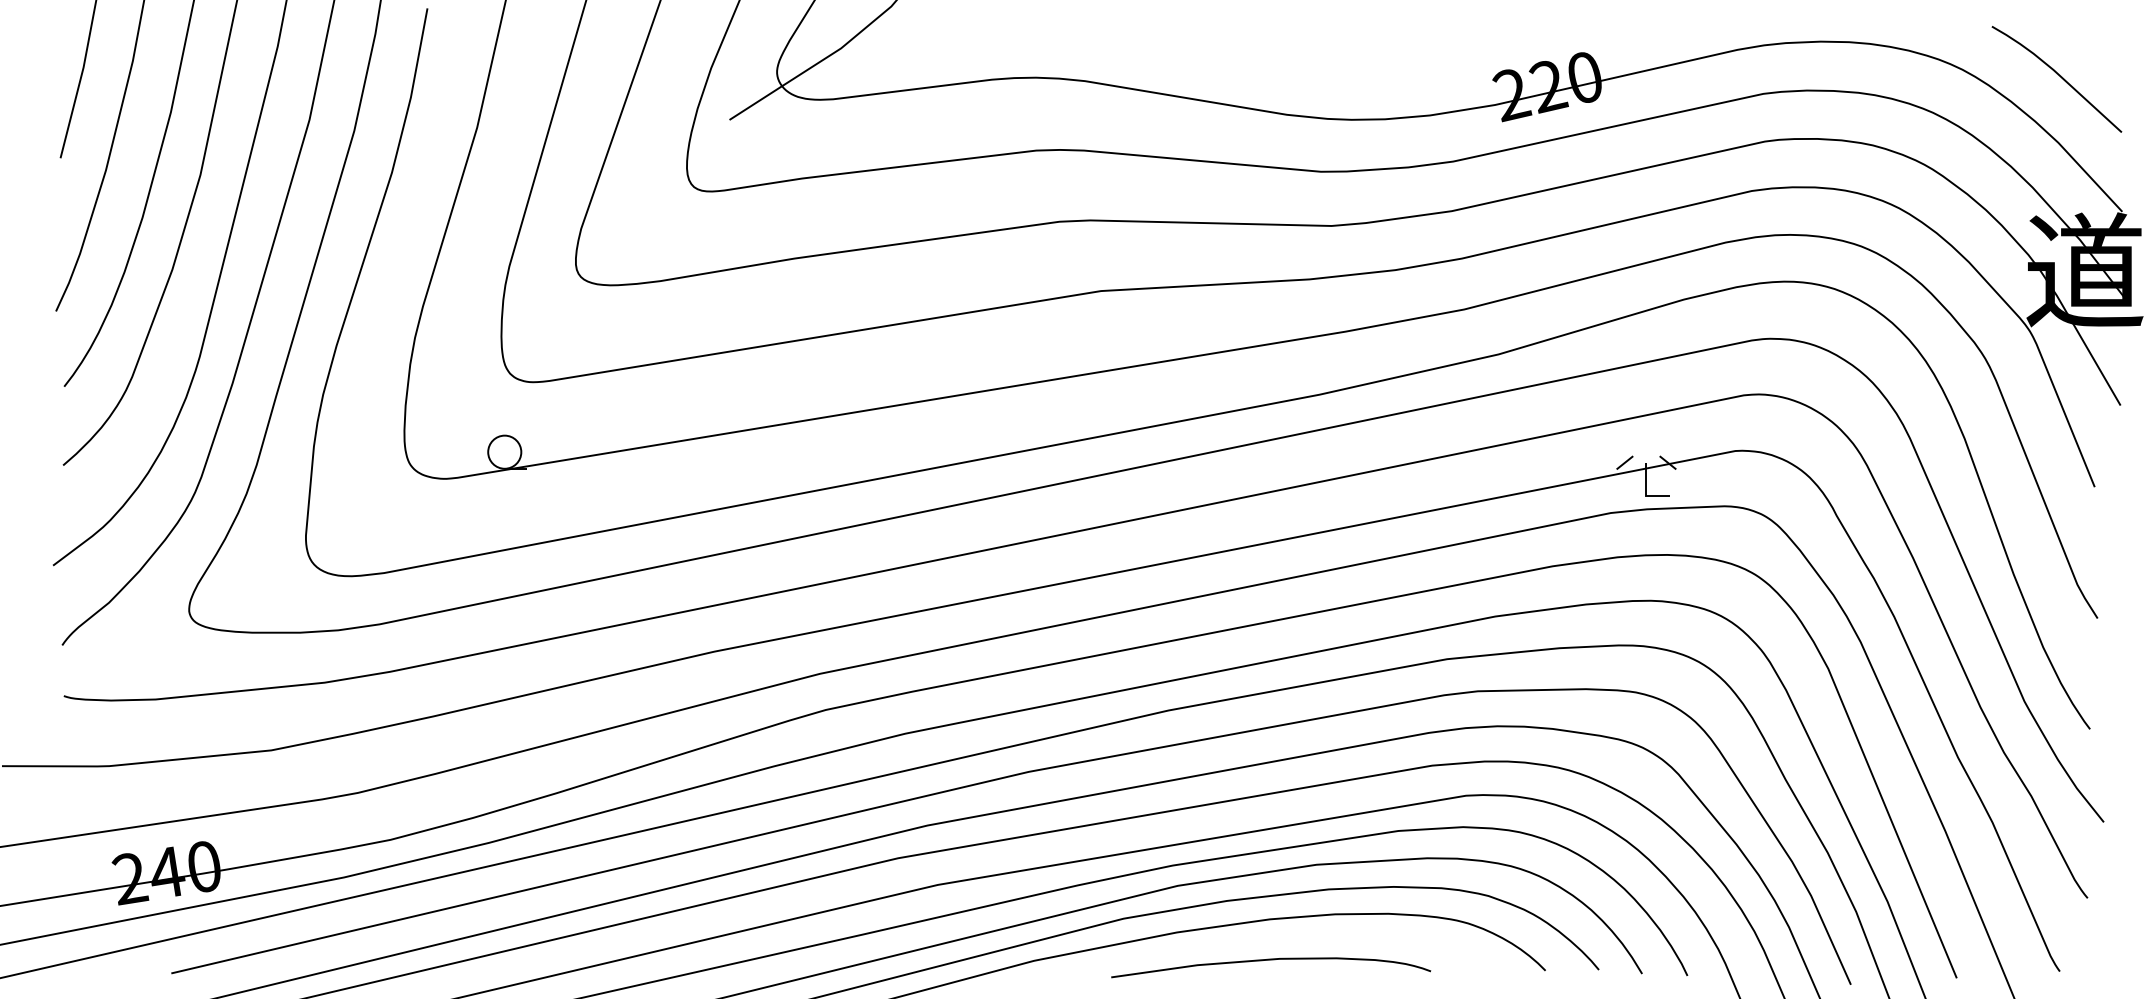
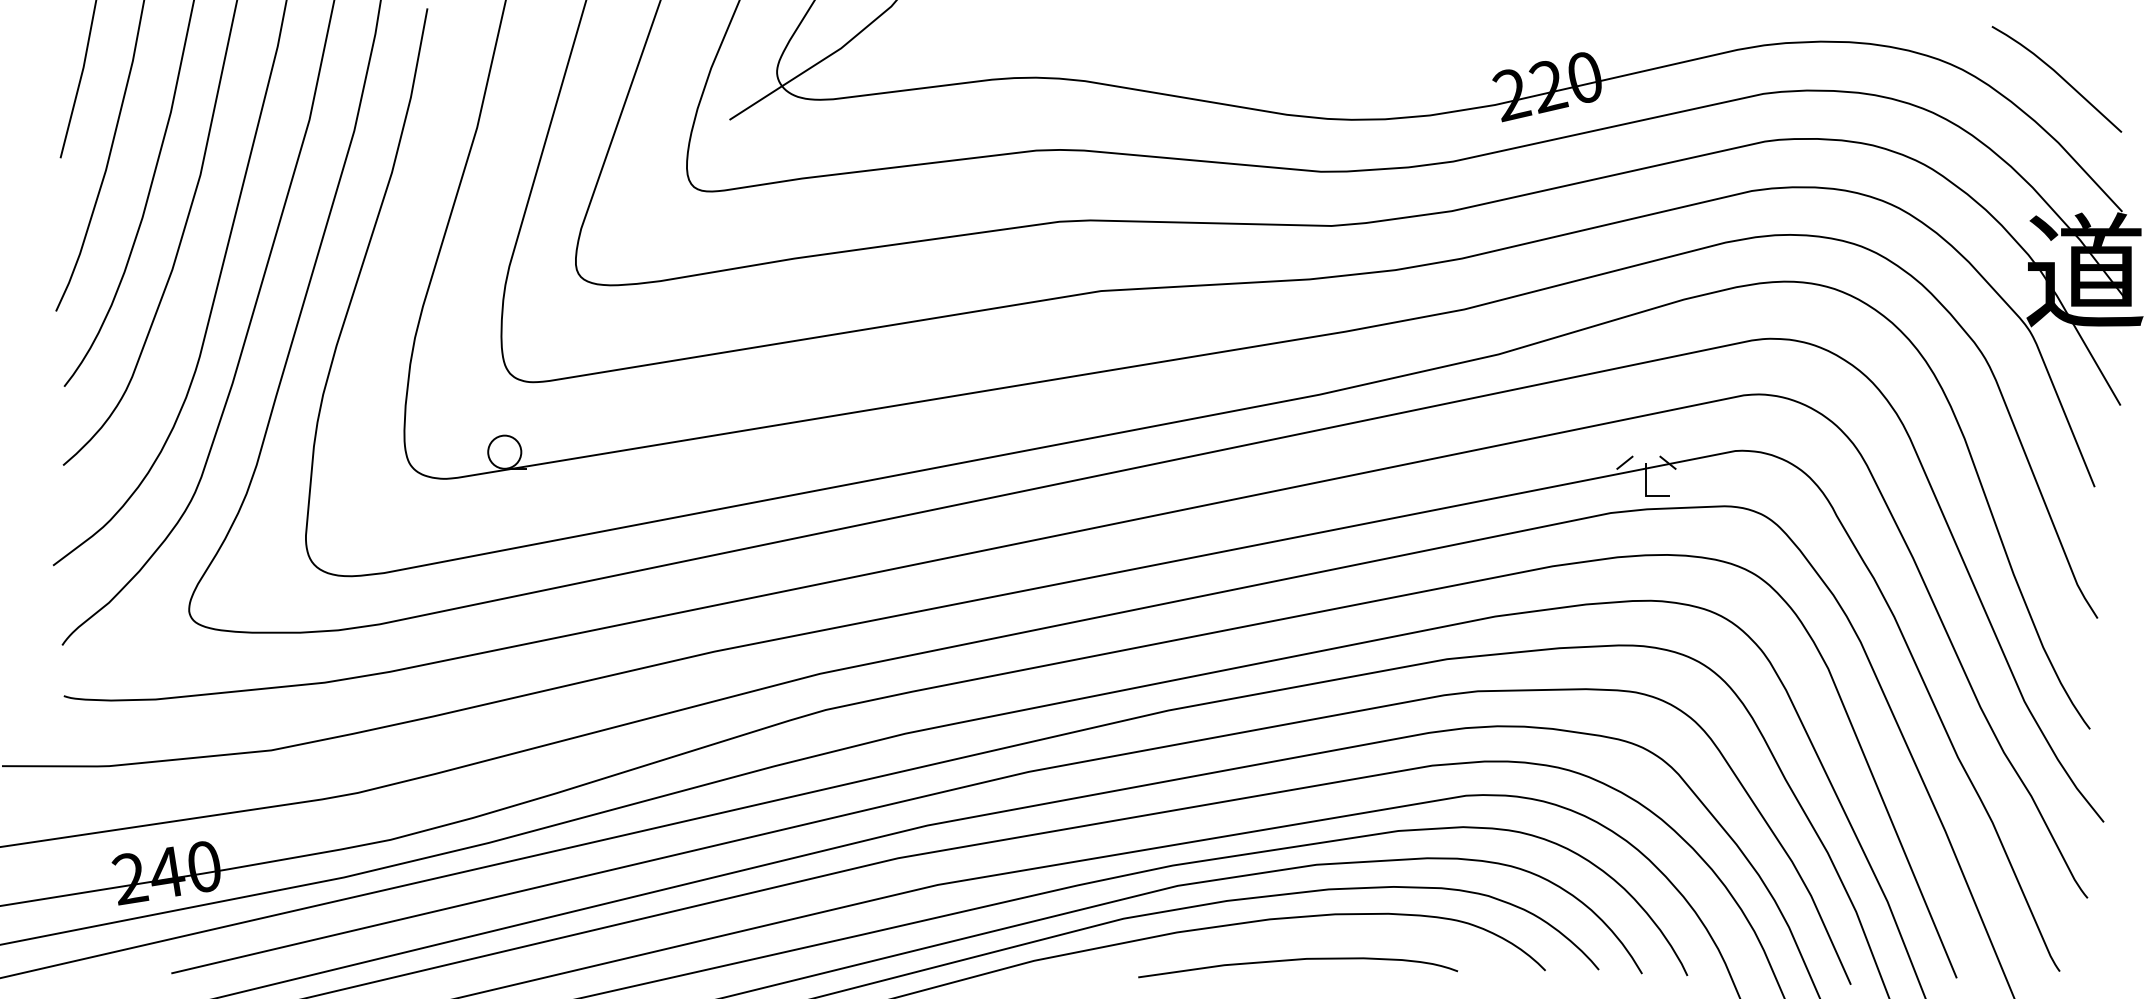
curve at (1271, 960) position: (1271, 960) -> (1298, 960)
